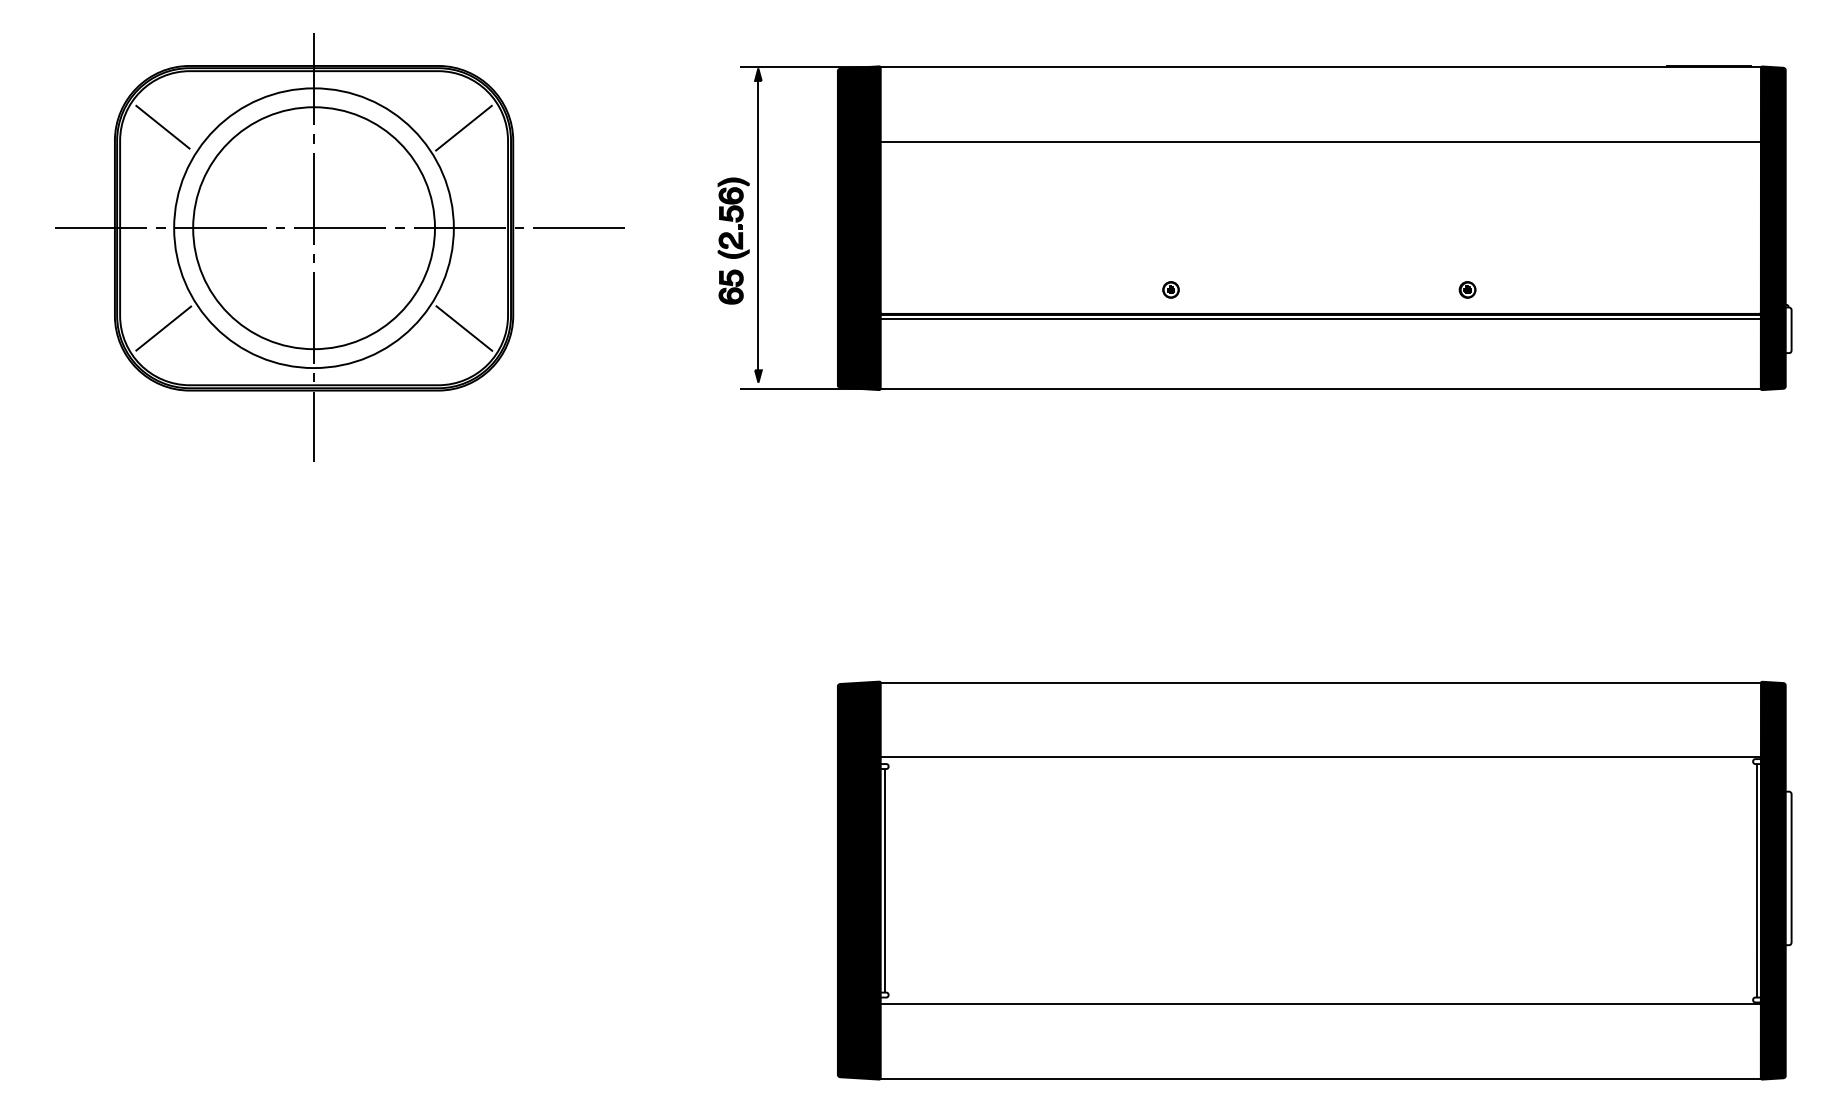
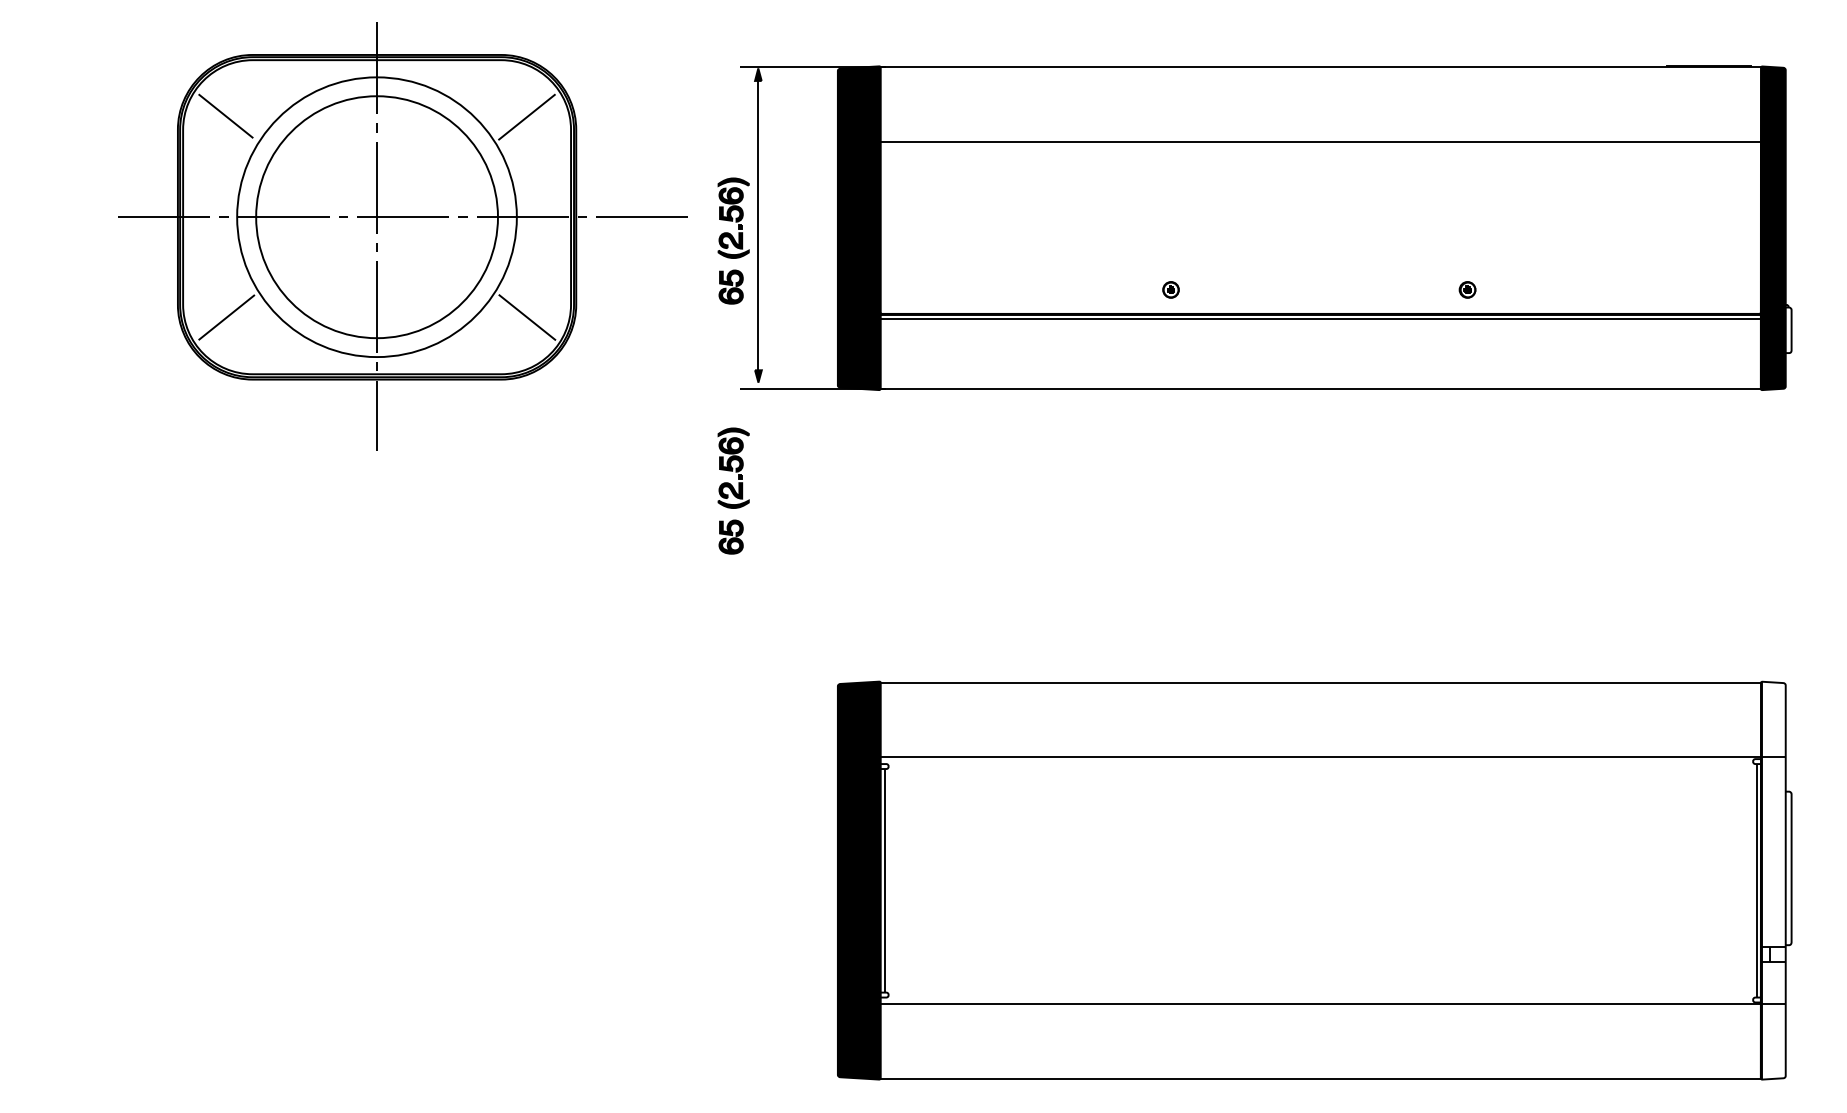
part at (339, 247) position: (339, 247) -> (402, 236)
part at (733, 490): none -> present
fill at (1772, 880): present -> none
